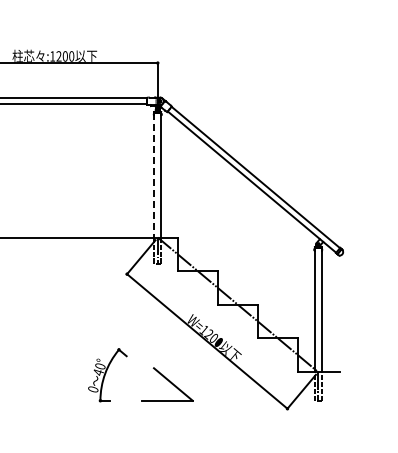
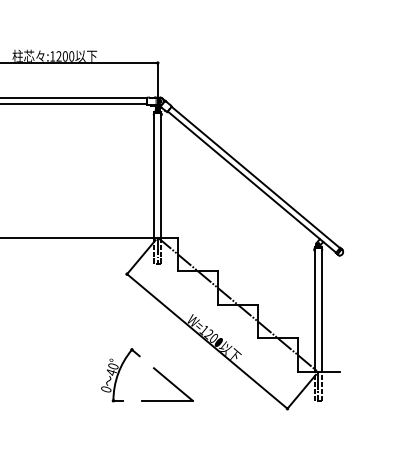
line at (154, 175): dashed -> solid
part at (107, 375) position: (107, 375) -> (120, 375)
